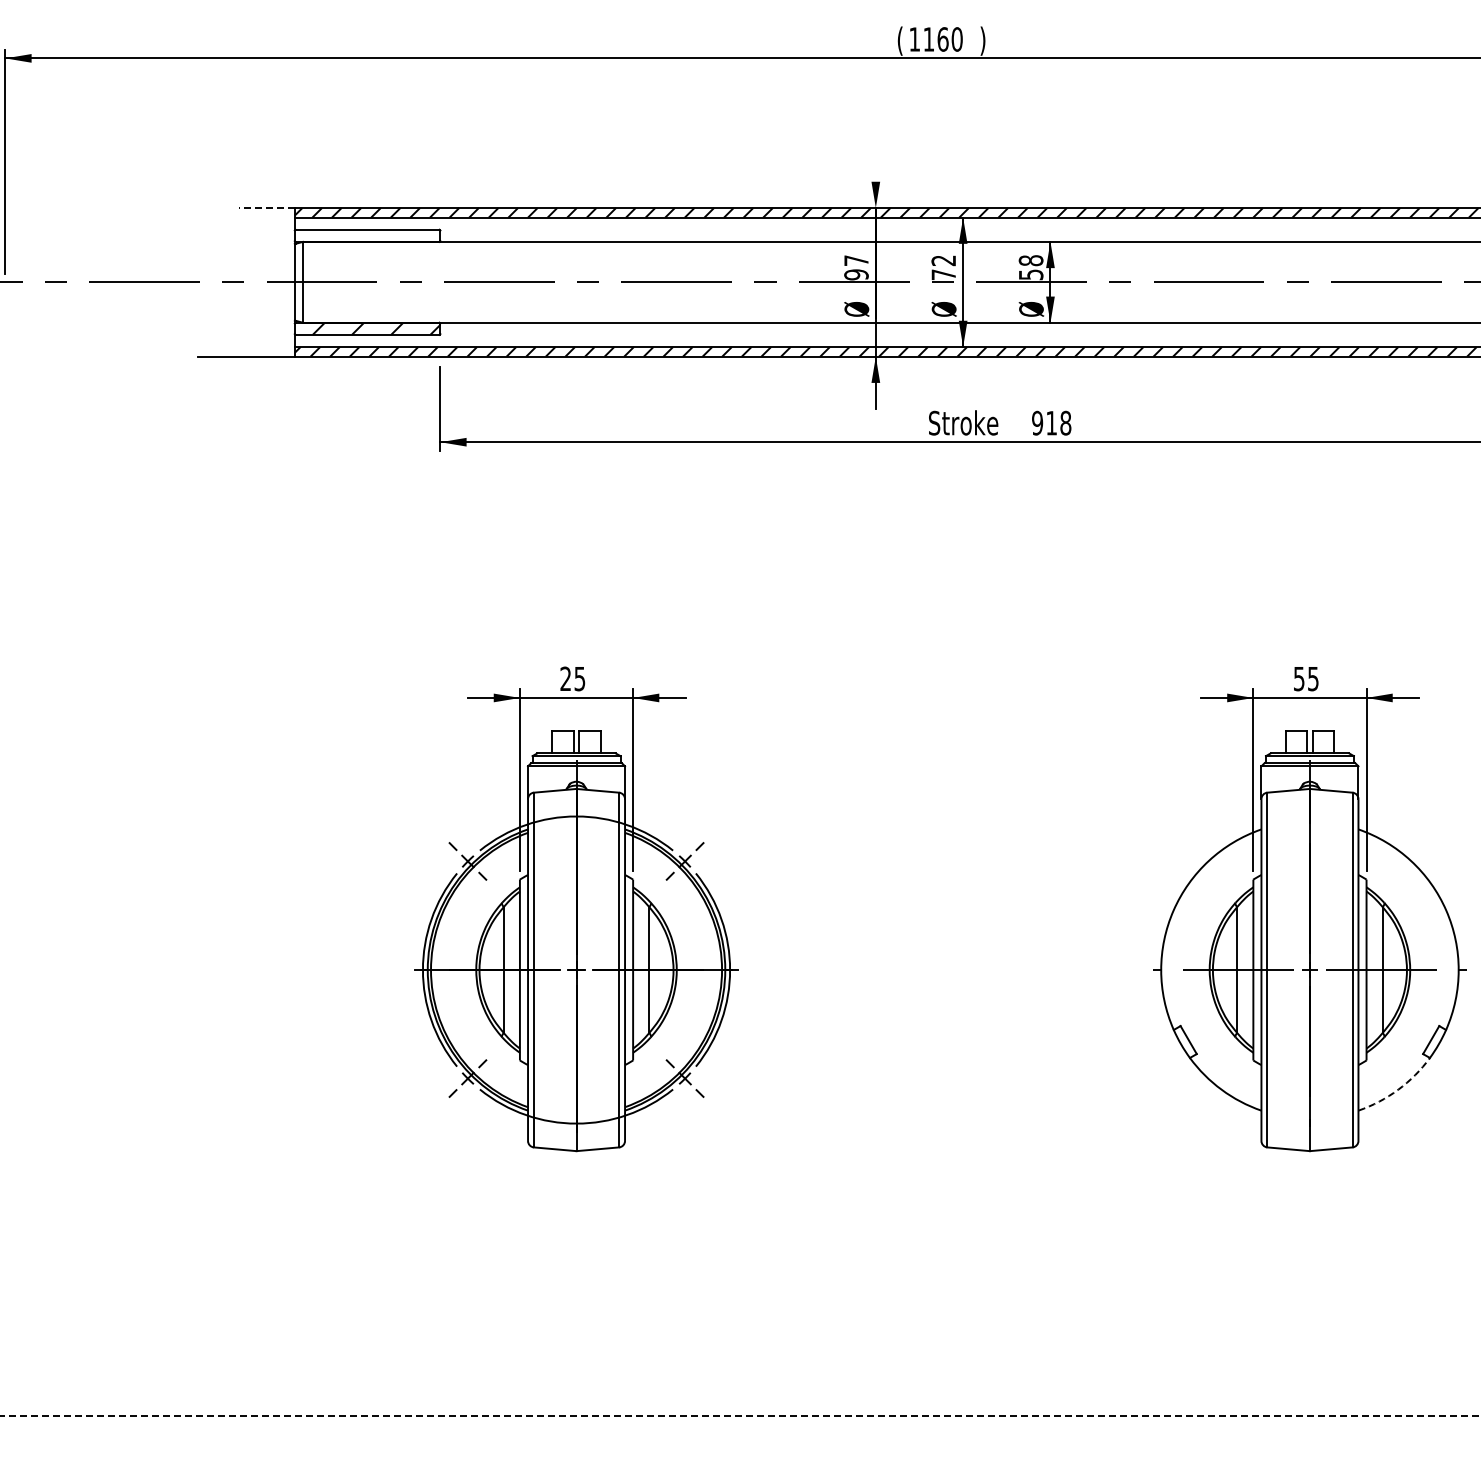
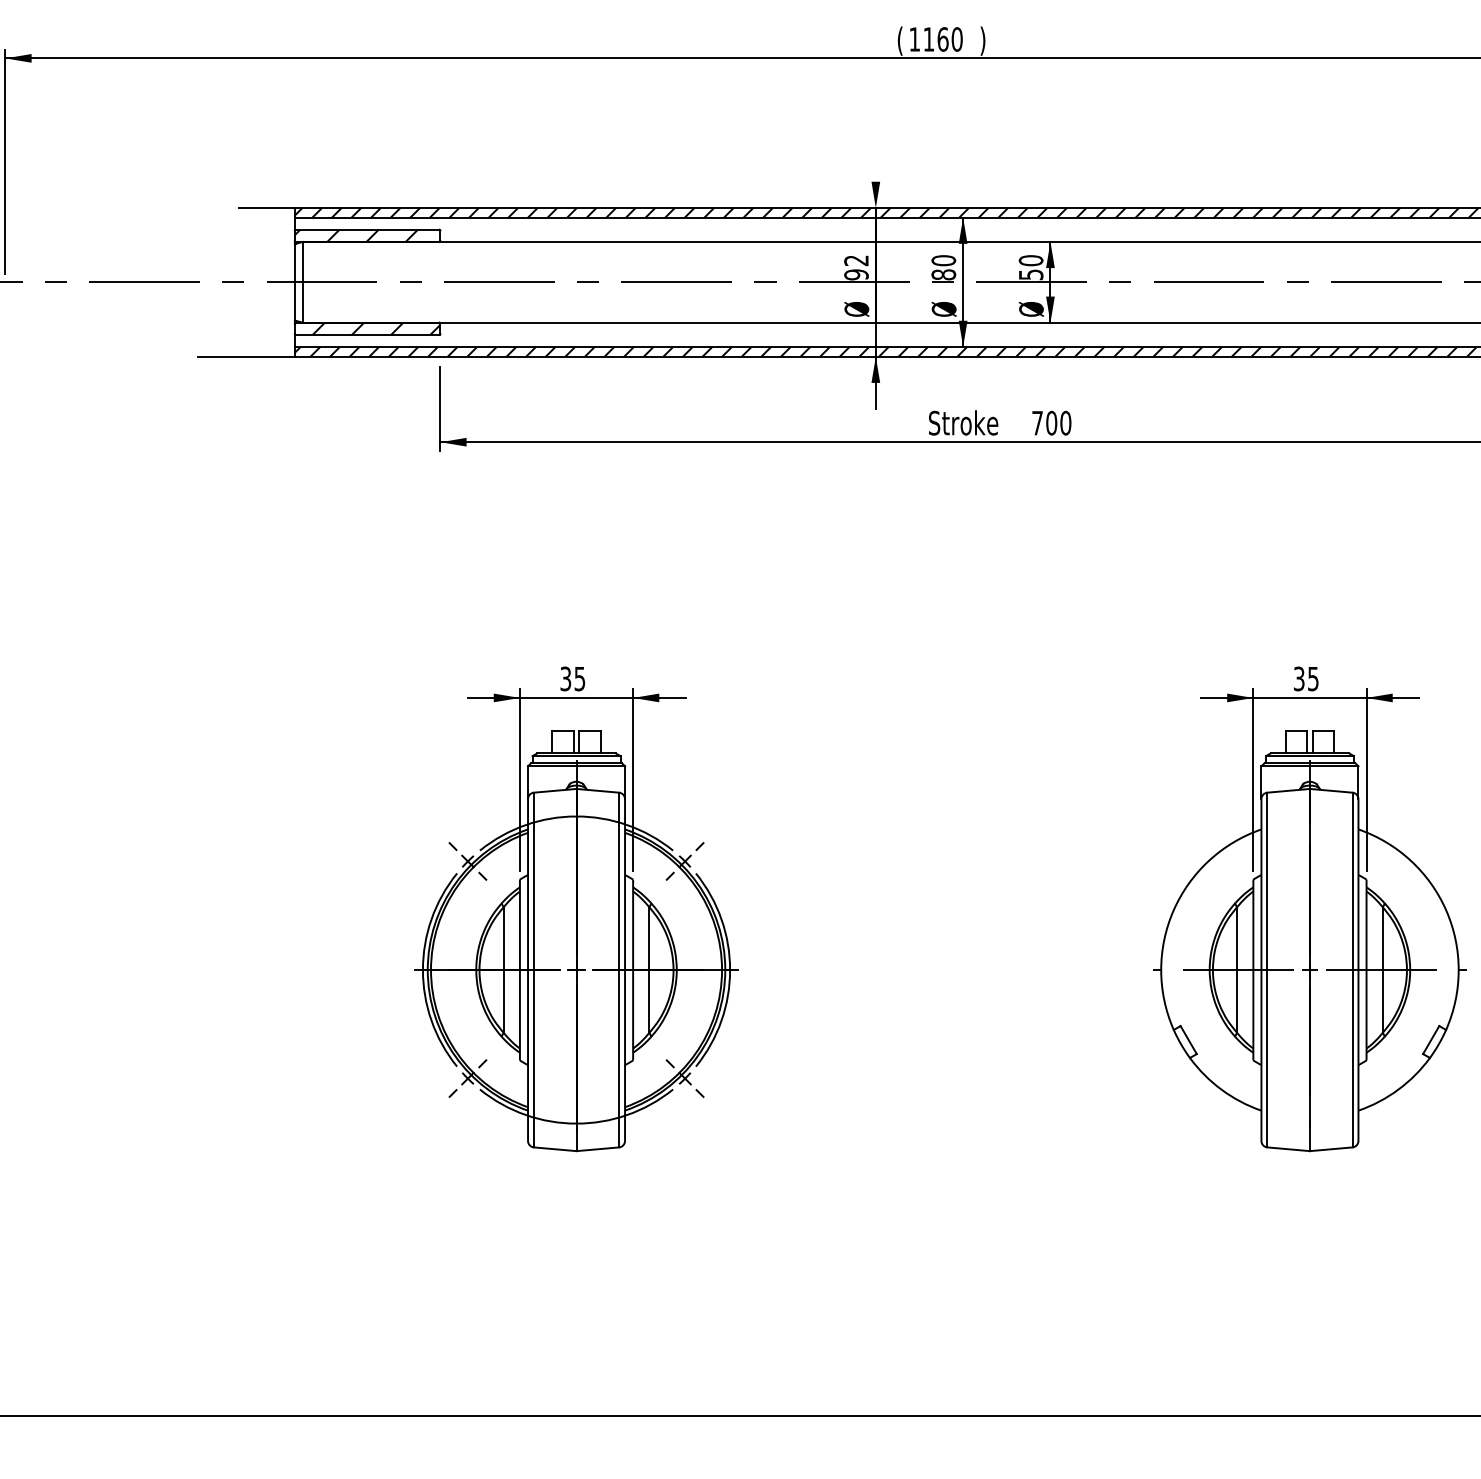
line at (266, 207): dashed -> solid
hatch at (355, 235): none -> present
text at (856, 260): 97 -> 92
text at (1031, 260): 58 -> 50
text at (943, 267): 72 -> 80
text at (1051, 422): 918 -> 700
text at (1299, 678): 55 -> 35
text at (565, 679): 25 -> 35
arc at (1398, 1089): dashed -> solid
line at (740, 1415): dashed -> solid
